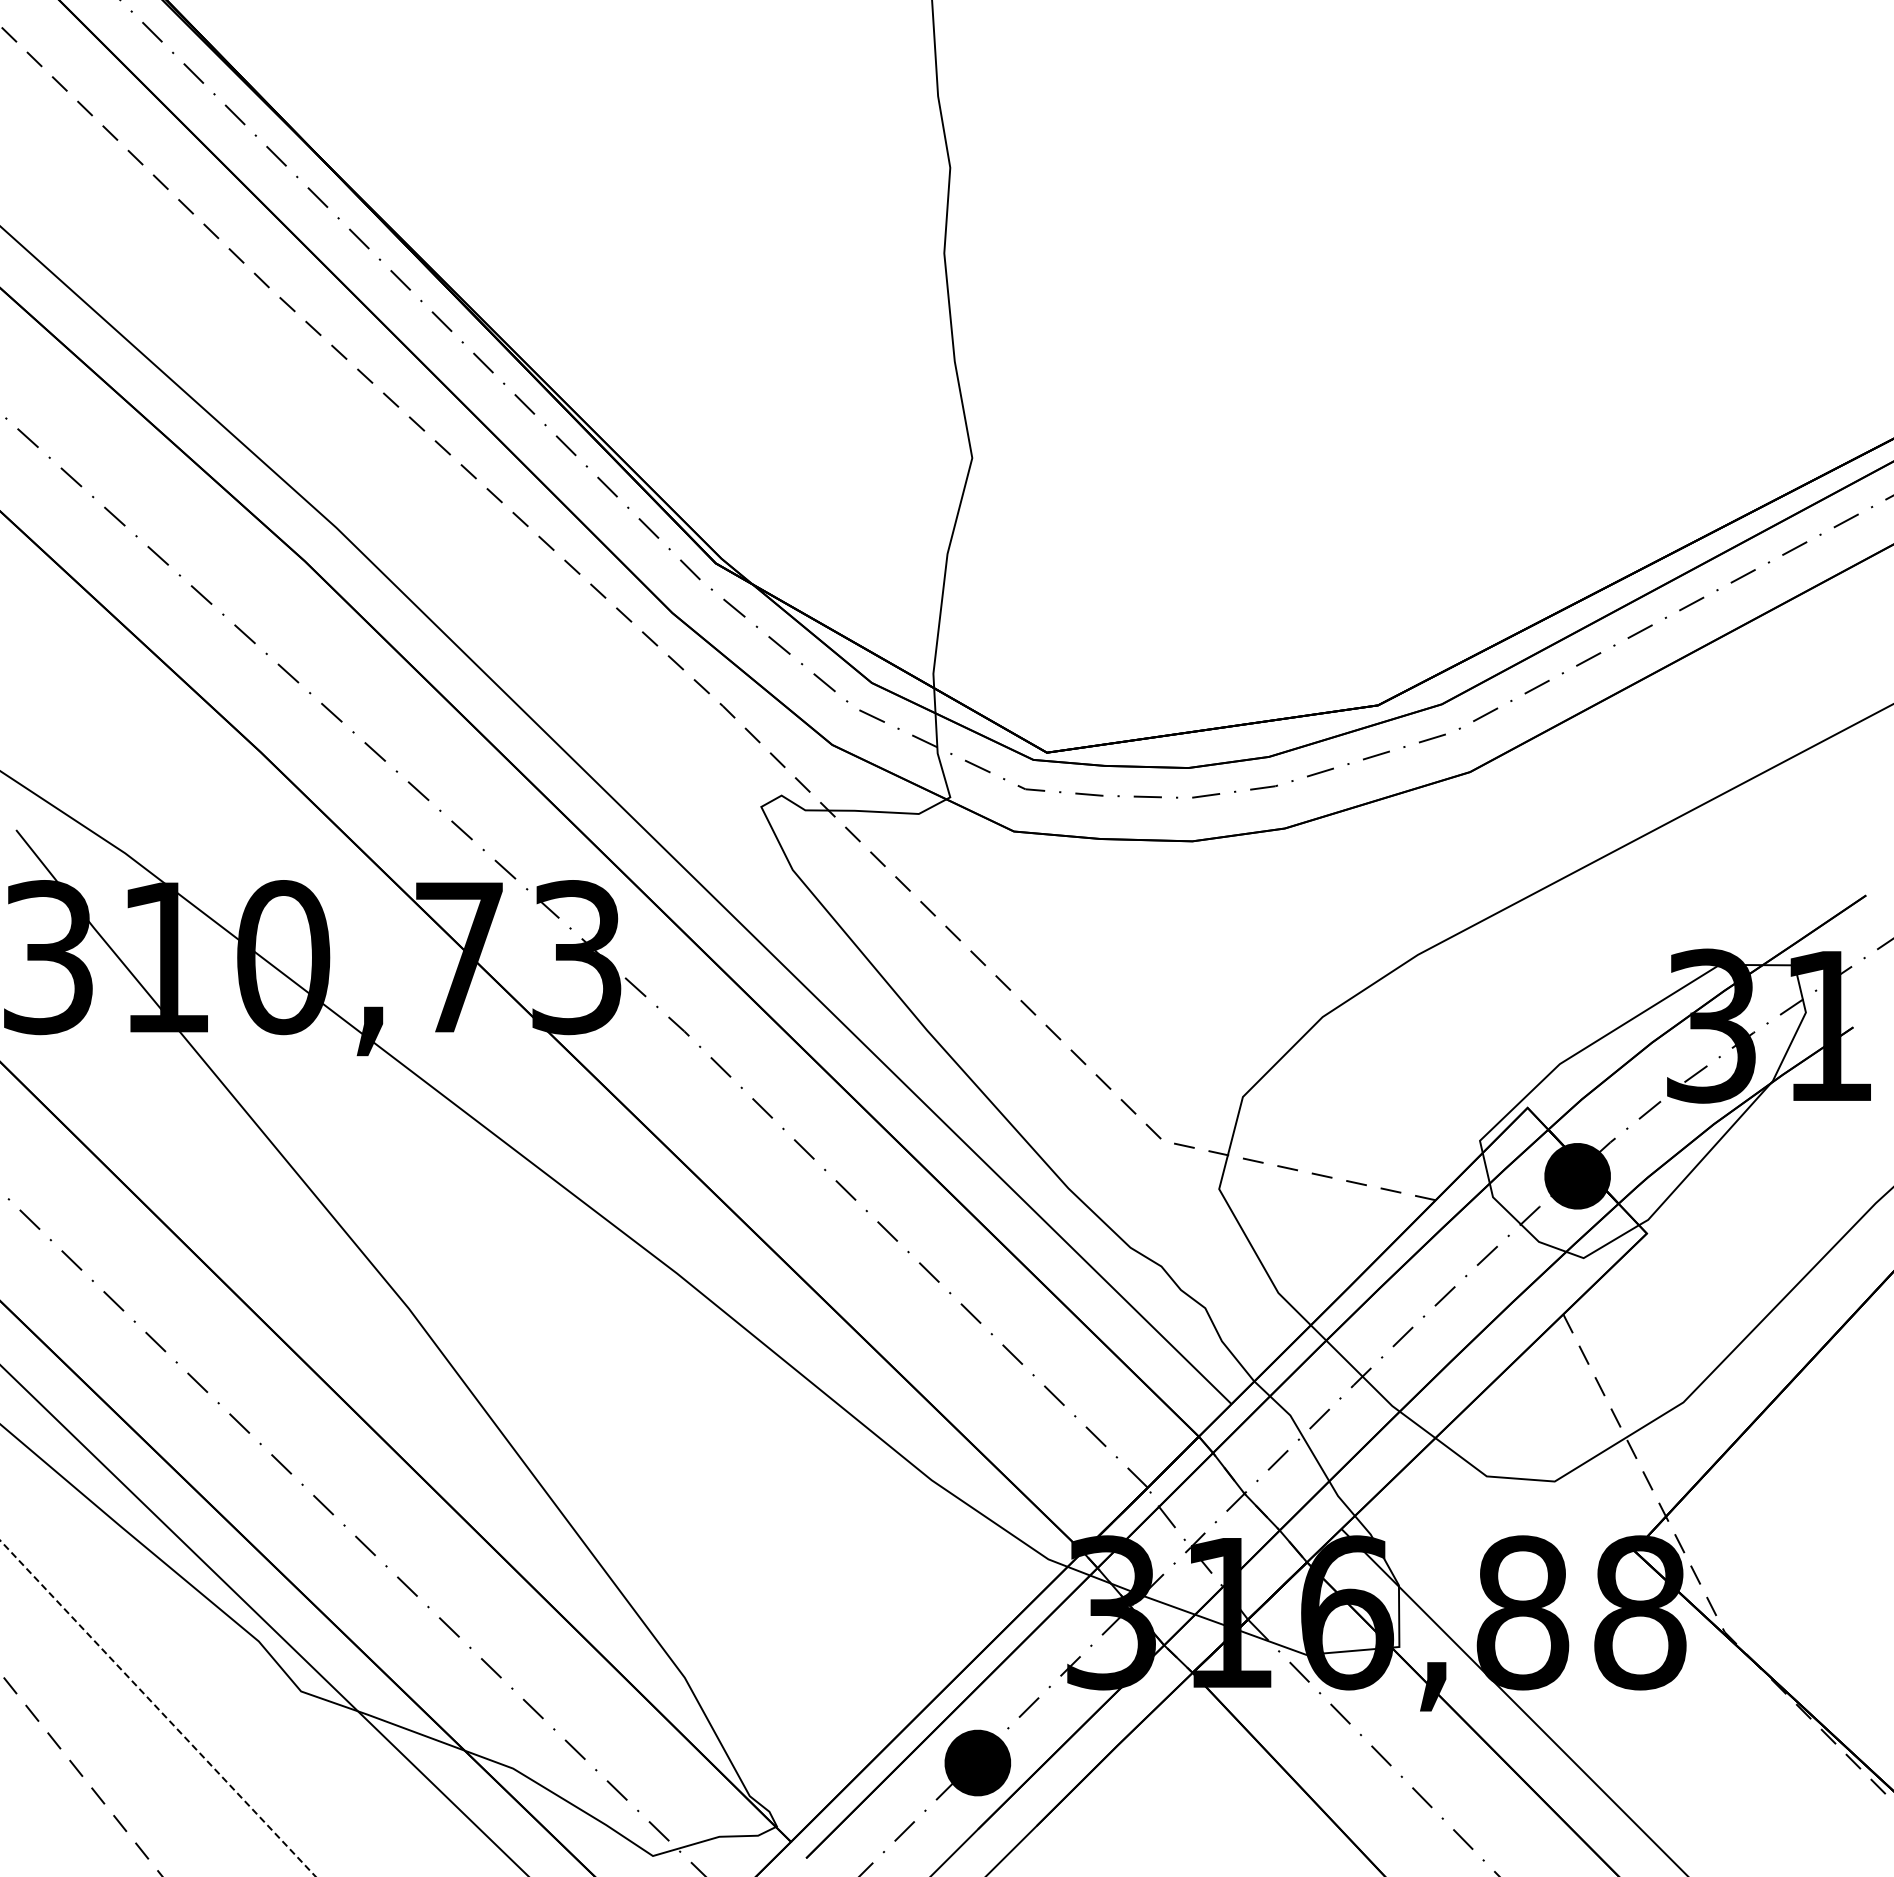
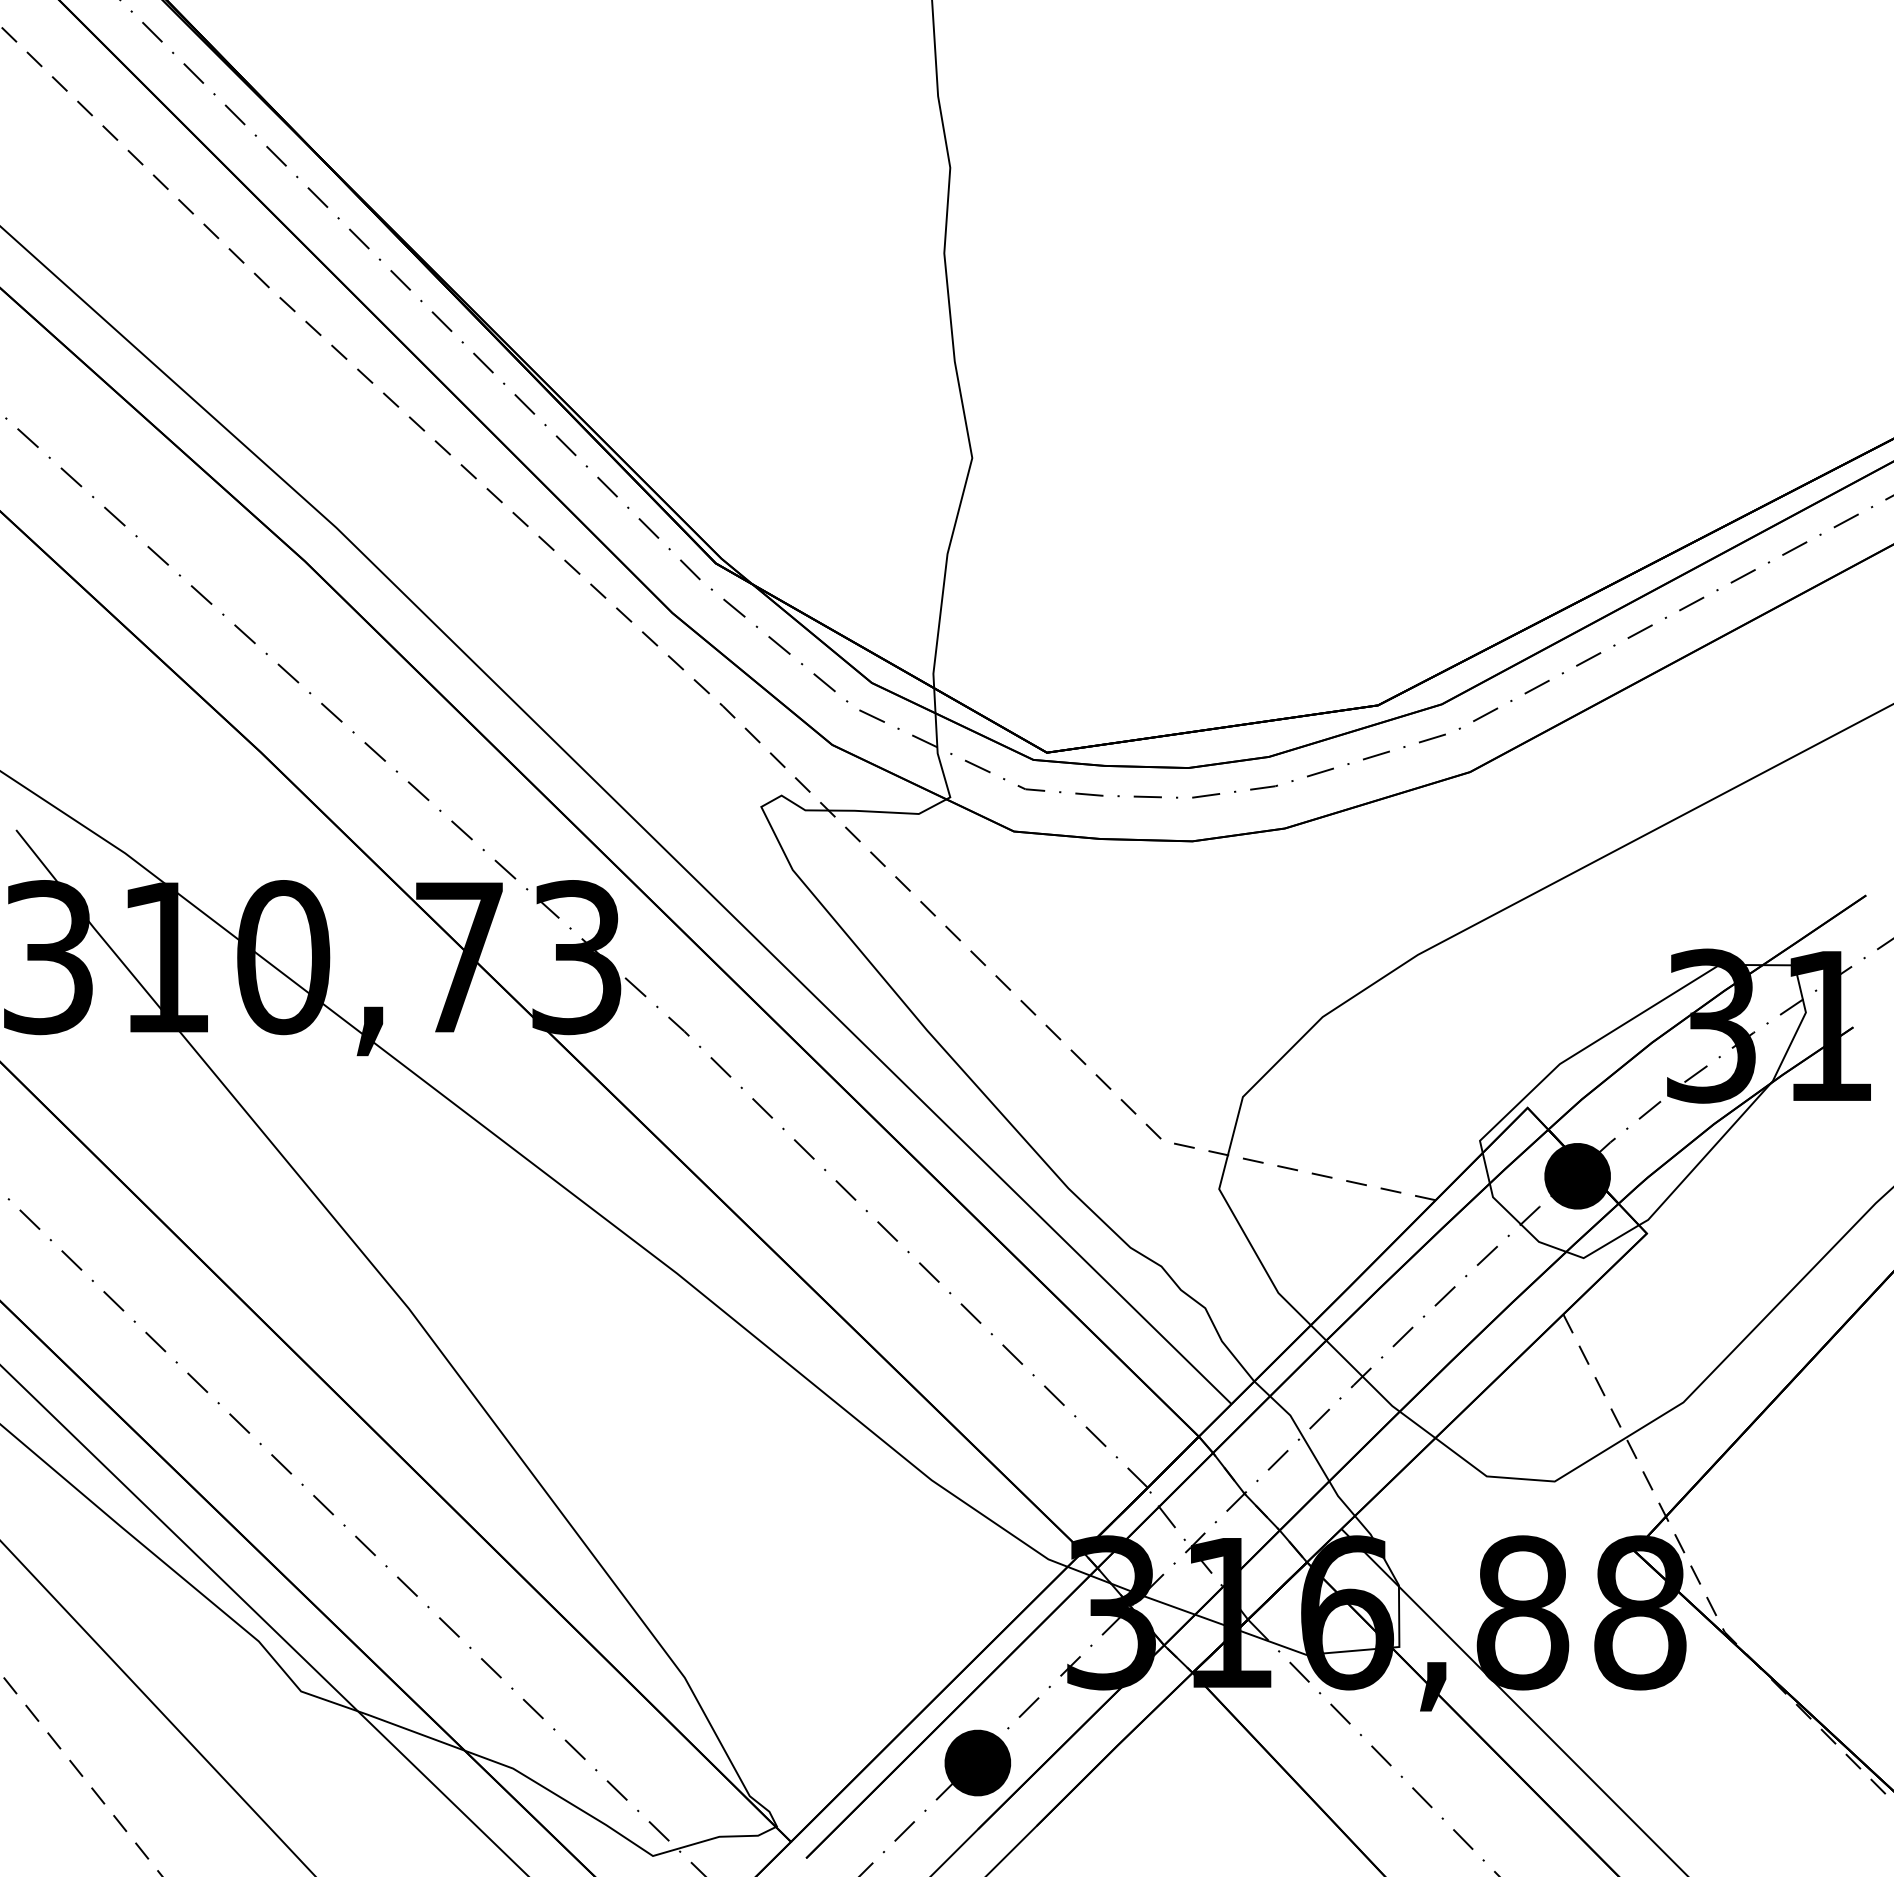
line at (158, 1709): dashed -> solid
